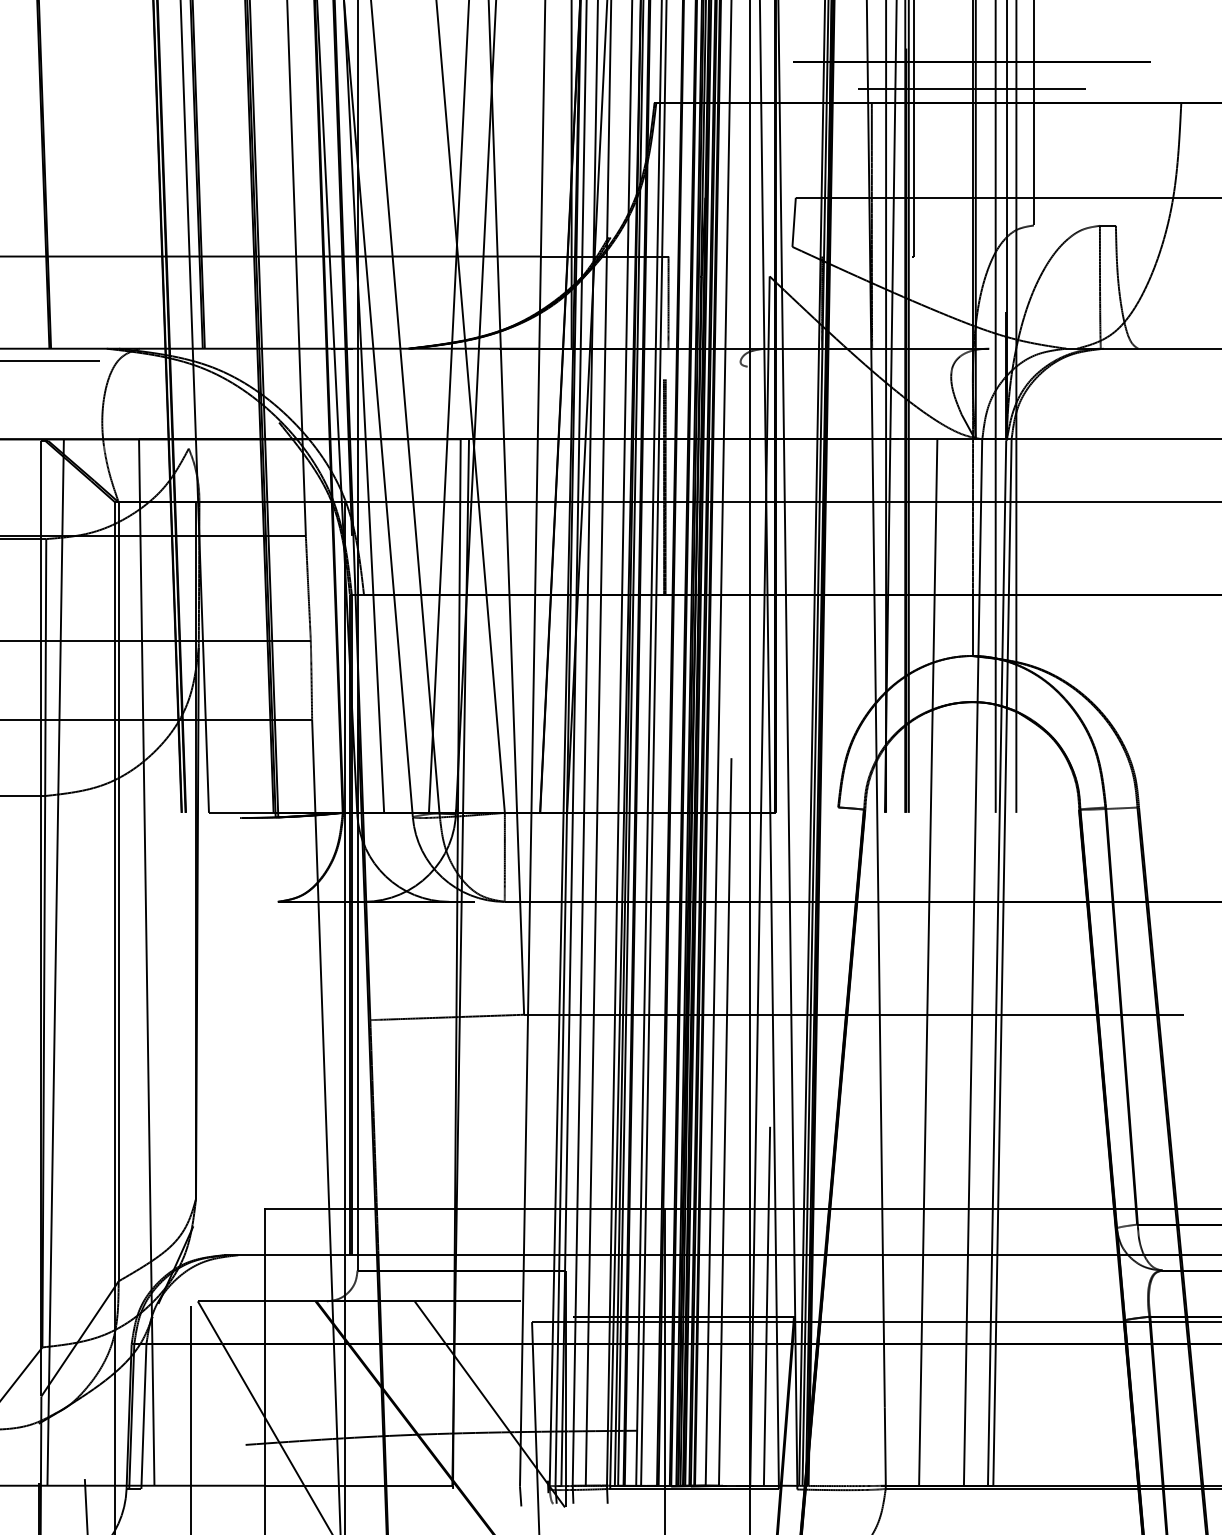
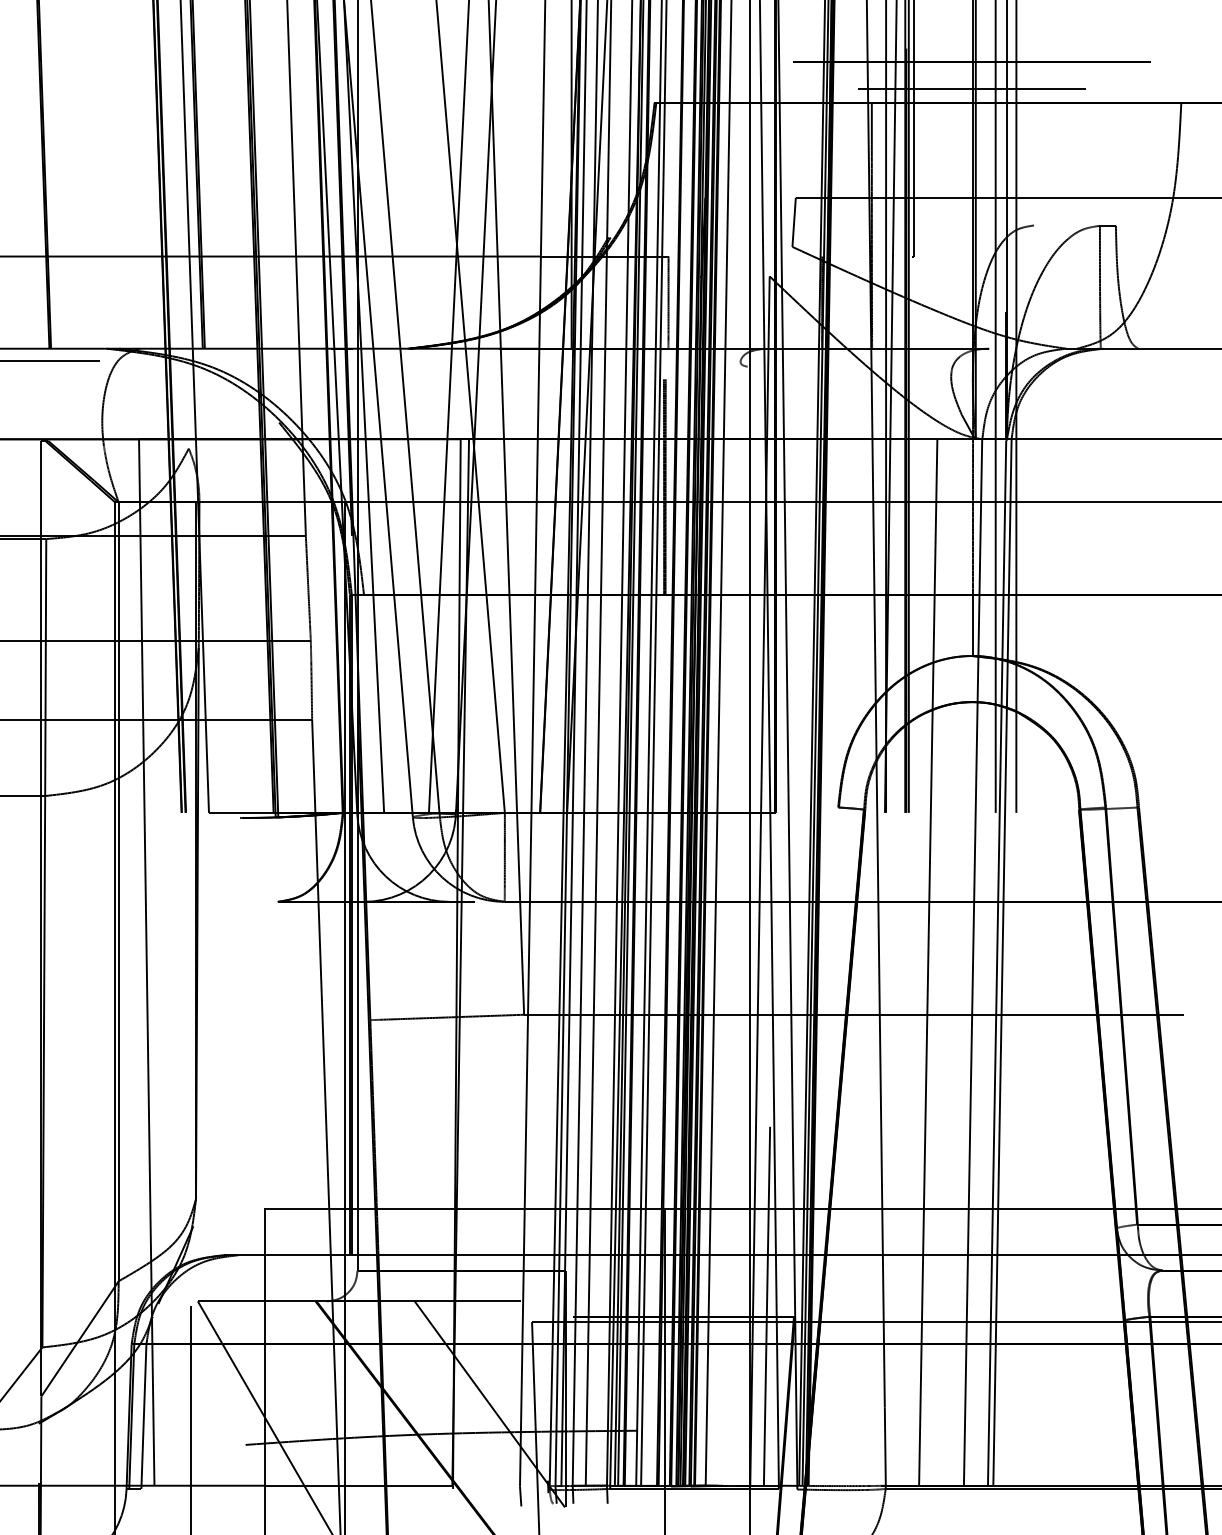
line at (1033, 113): present -> none
line at (55, 962): present -> none
line at (724, 1121): present -> none
line at (85, 1505): present -> none
